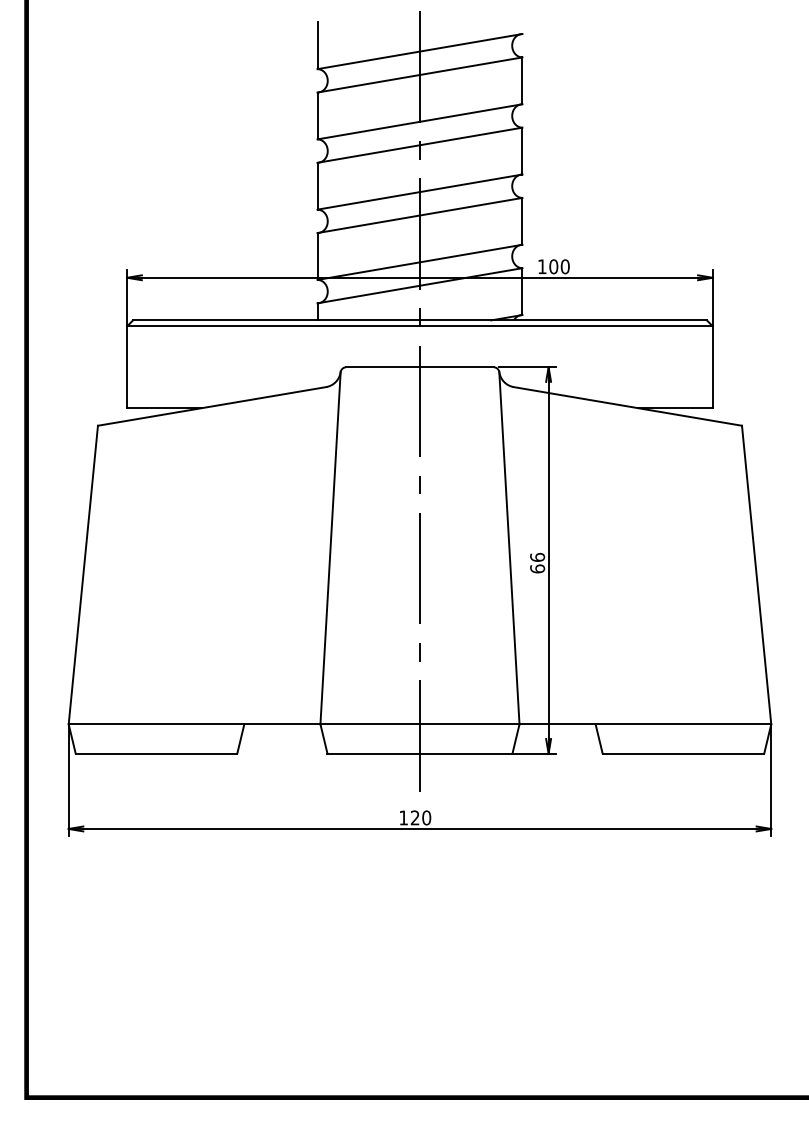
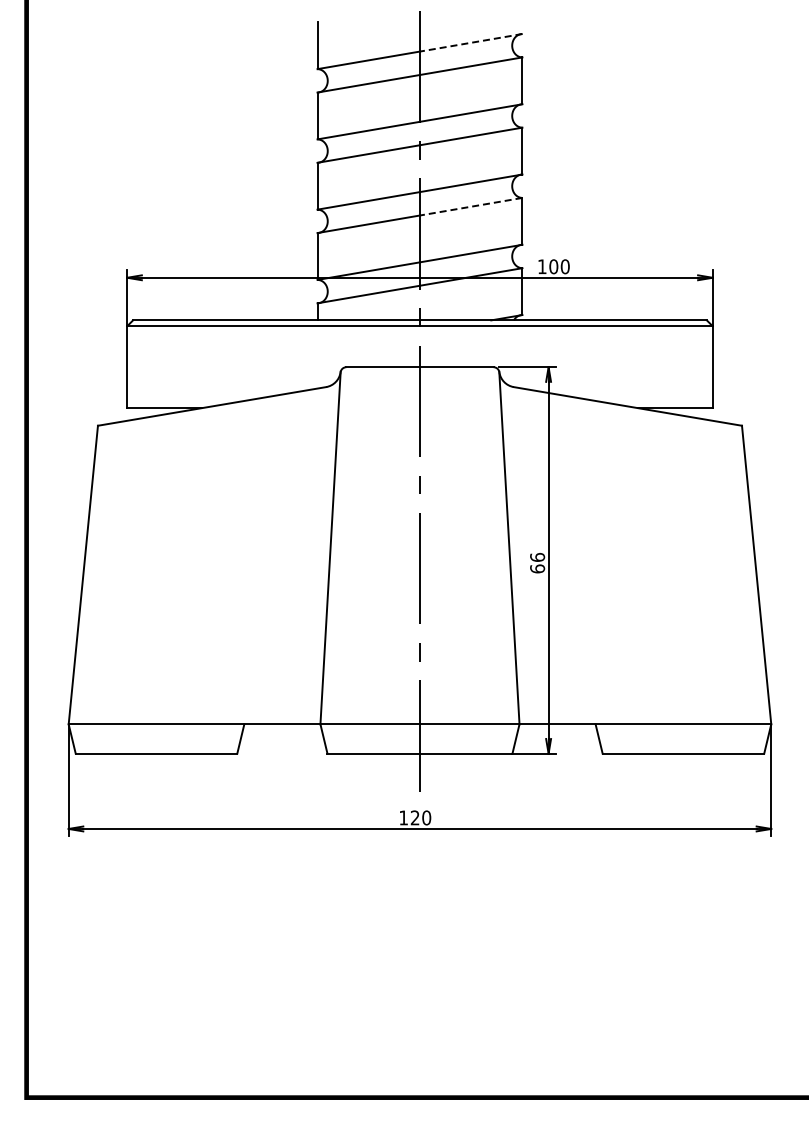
line at (471, 42): solid -> dashed
line at (471, 206): solid -> dashed
